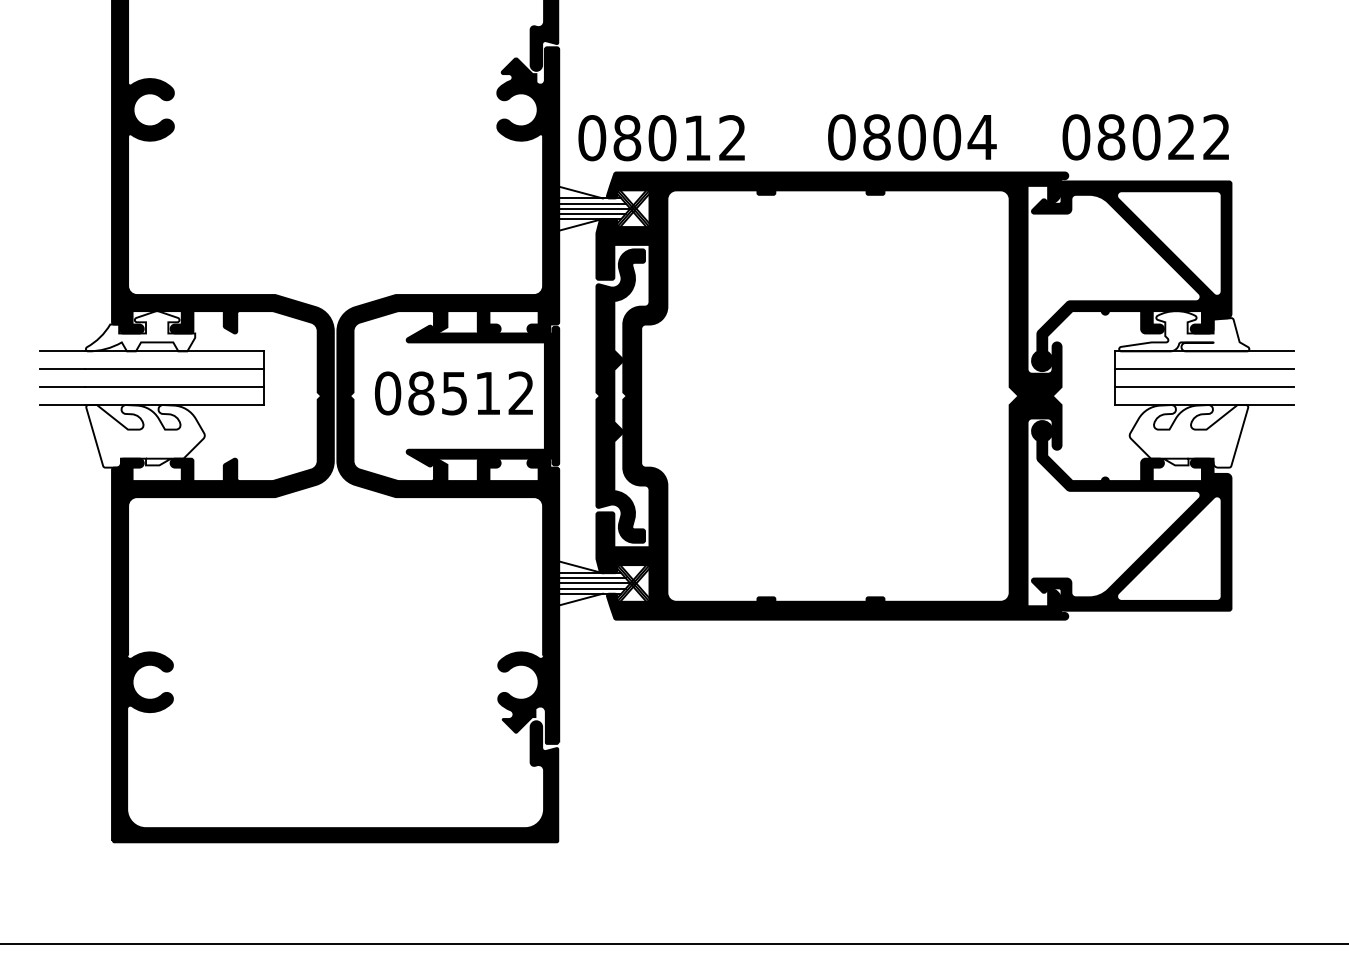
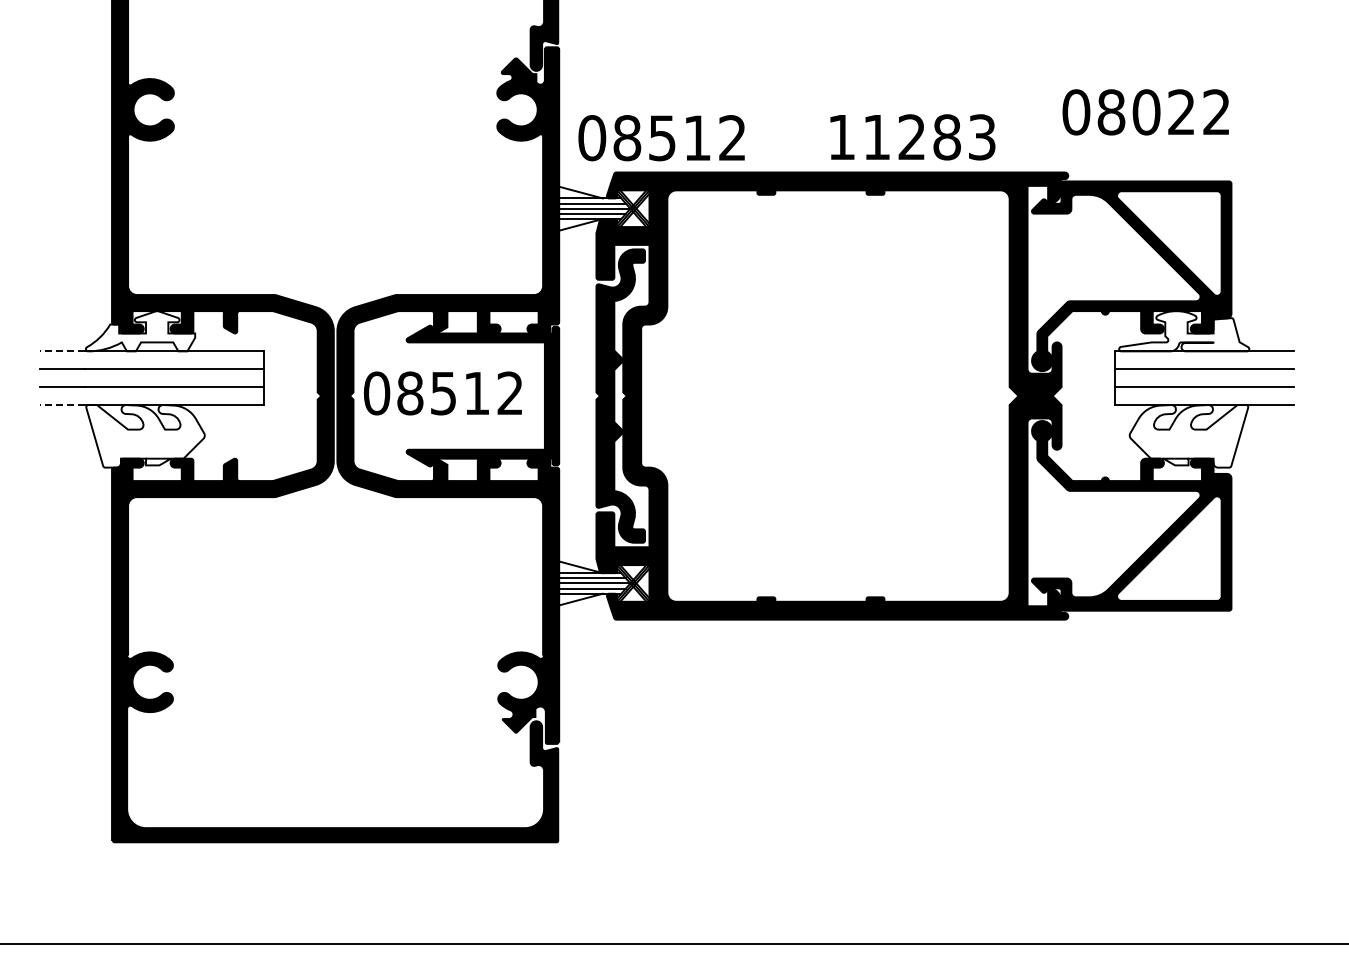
text at (912, 137): 08004 -> 11283
text at (1145, 137) position: (1145, 137) -> (1145, 112)
text at (662, 138): 08012 -> 08512
line at (62, 351): solid -> dashed
text at (453, 393) position: (453, 393) -> (442, 393)
line at (62, 405): solid -> dashed
